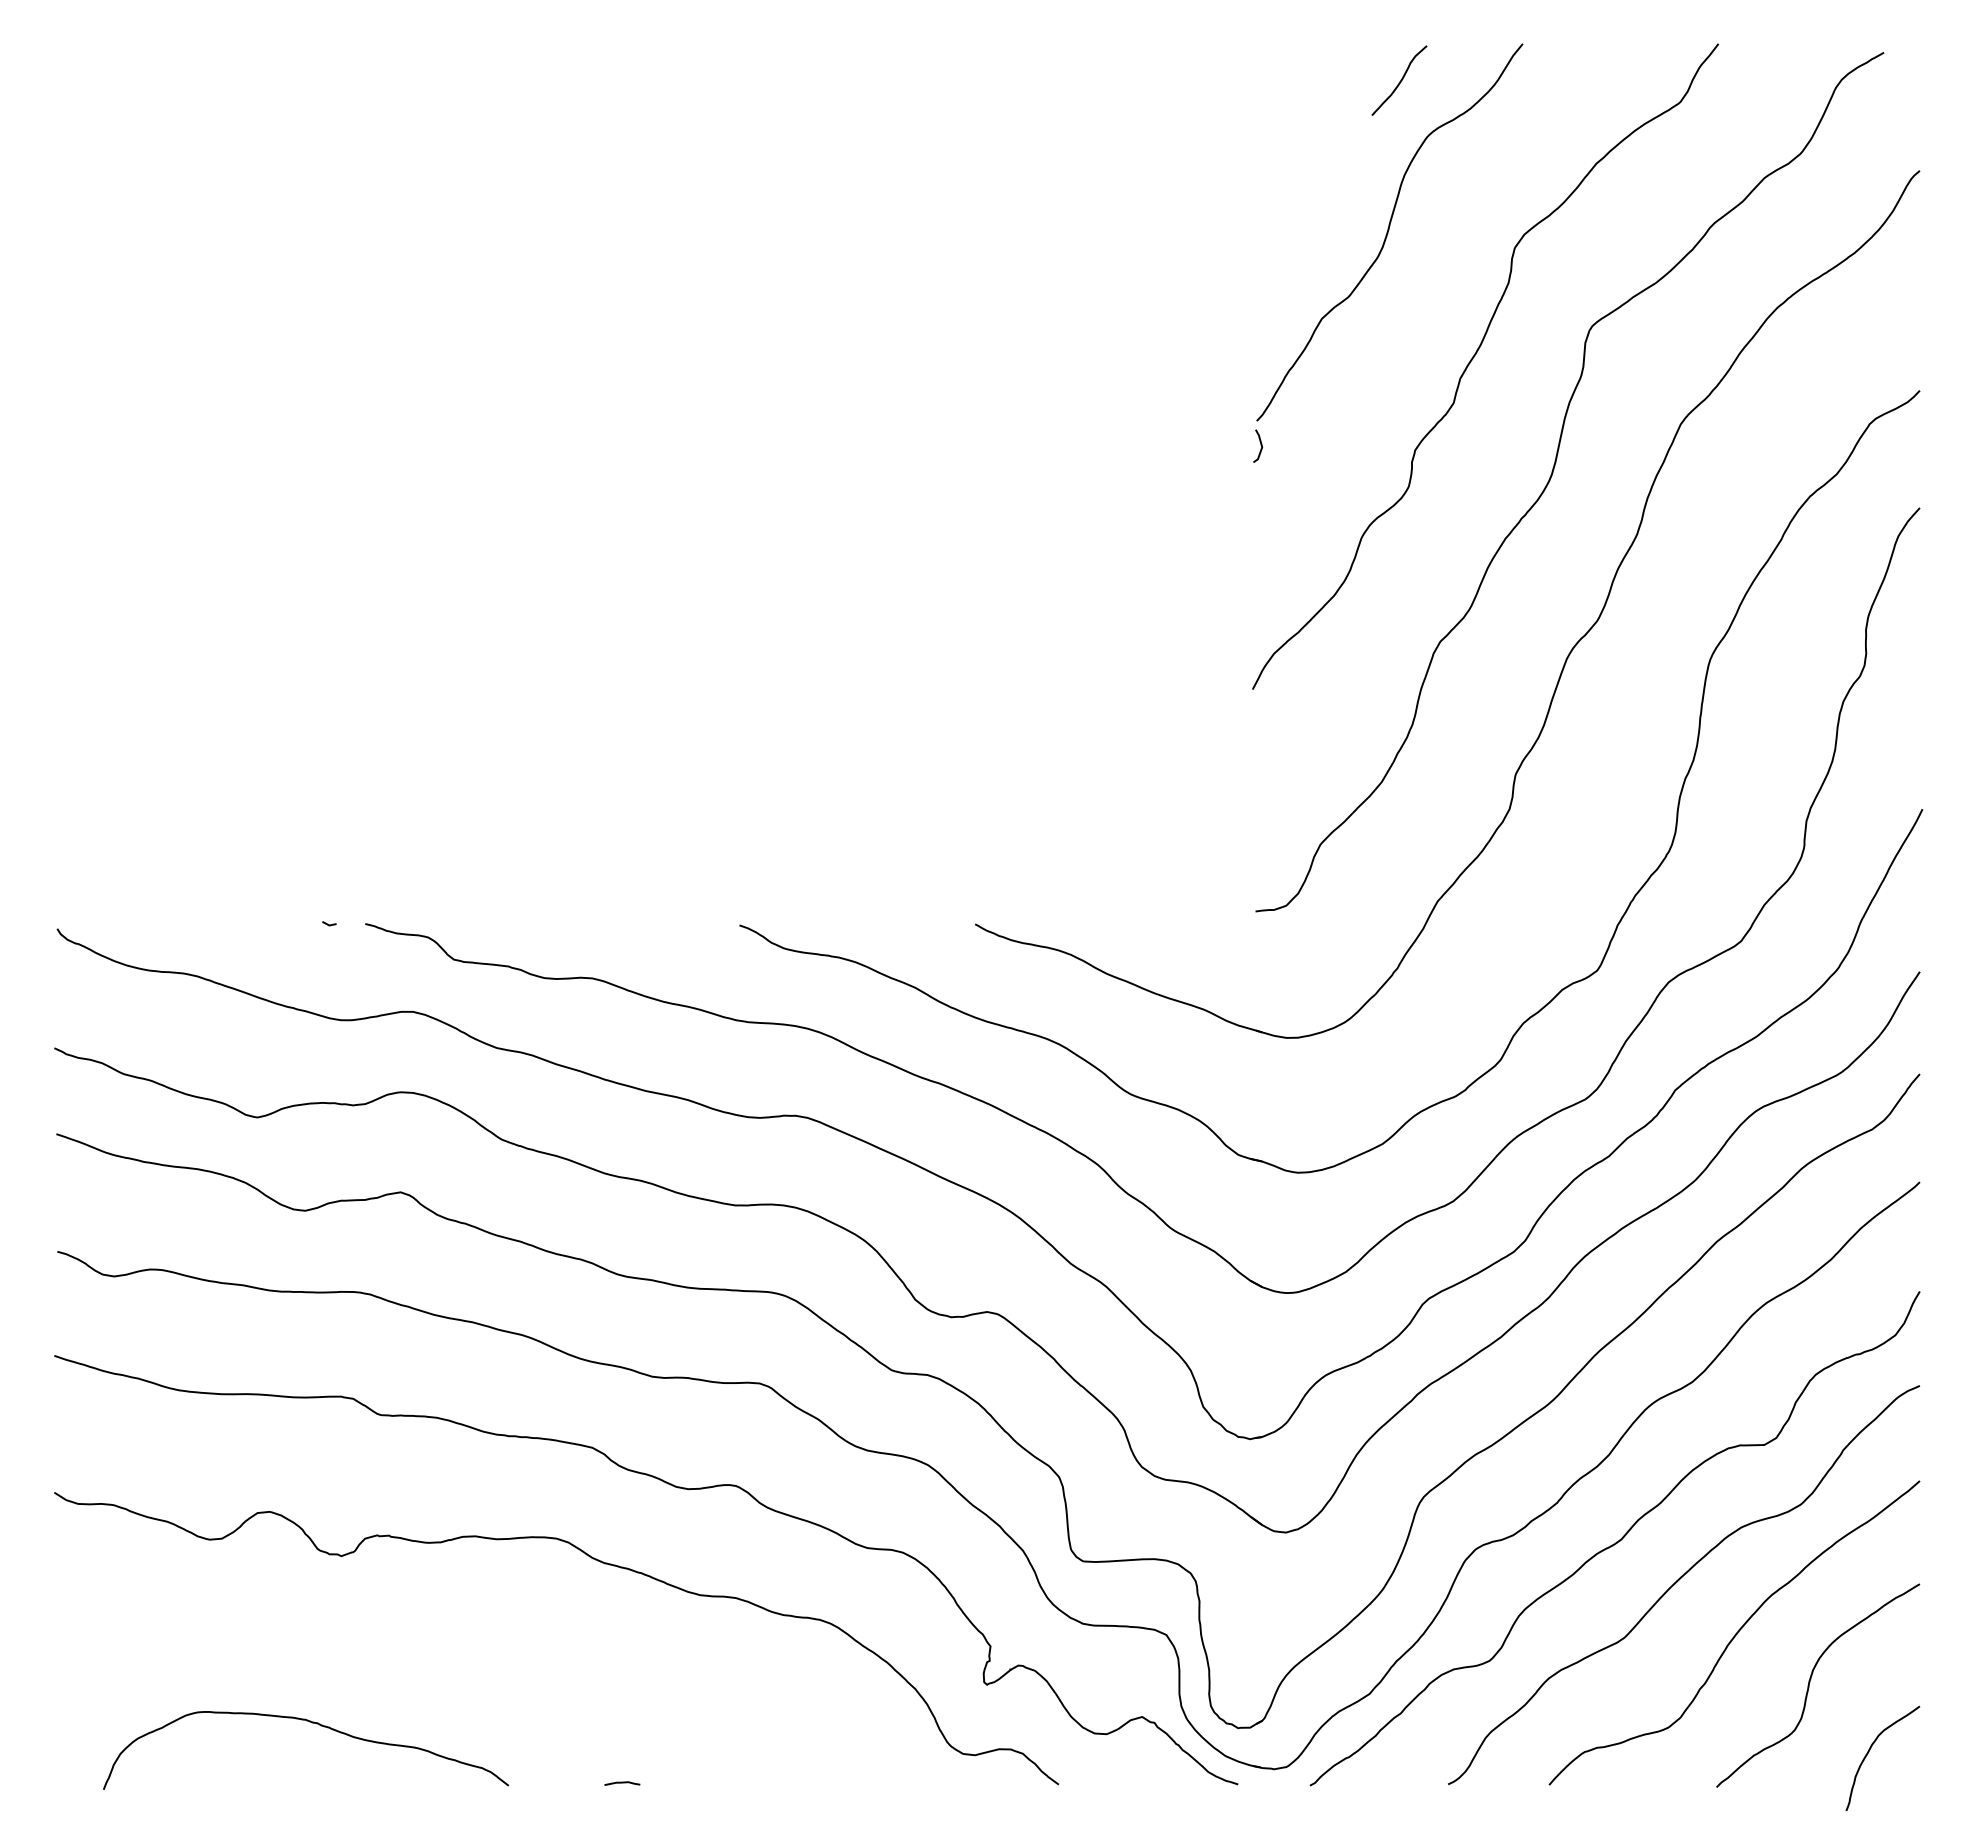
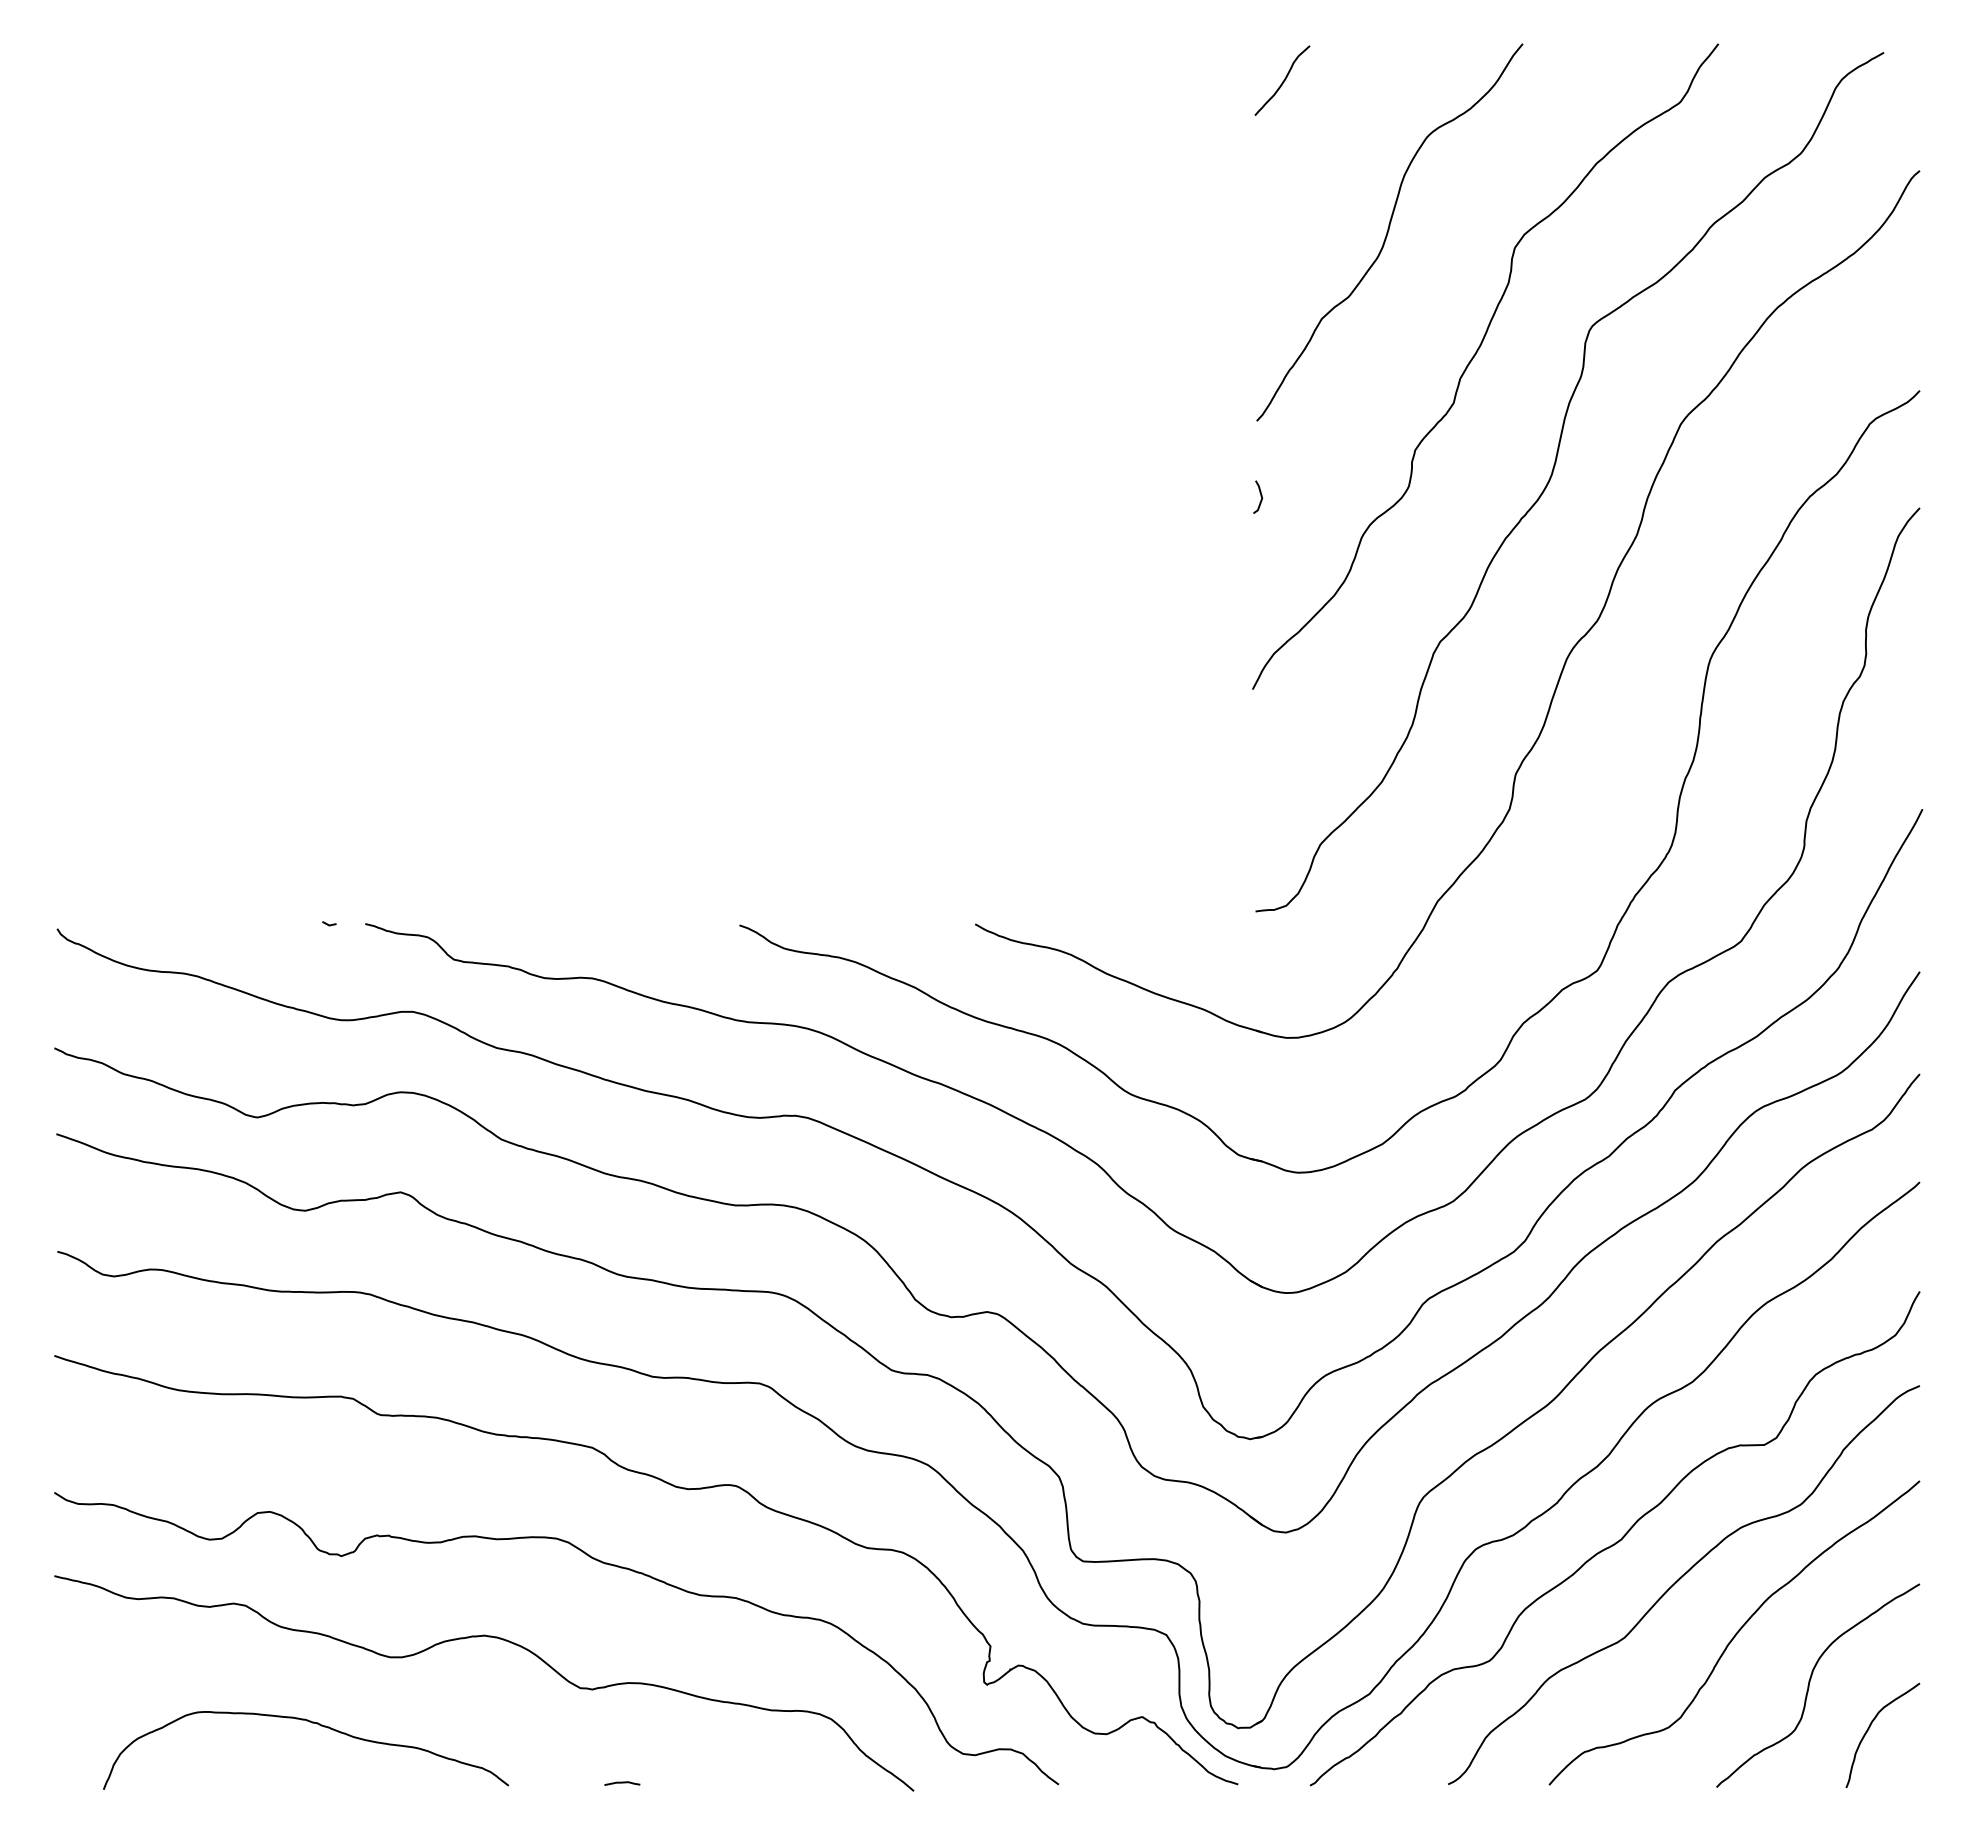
curve at (1400, 80) position: (1400, 80) -> (1283, 80)
curve at (1260, 445) position: (1260, 445) -> (1260, 496)
curve at (488, 1637): none -> present
curve at (1870, 1750) position: (1870, 1750) -> (1870, 1727)
